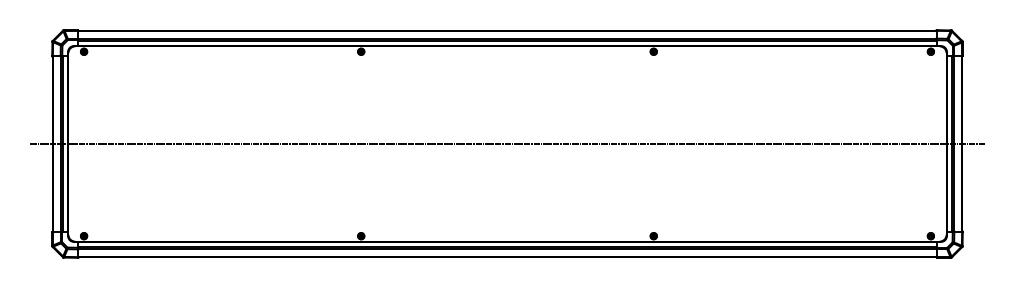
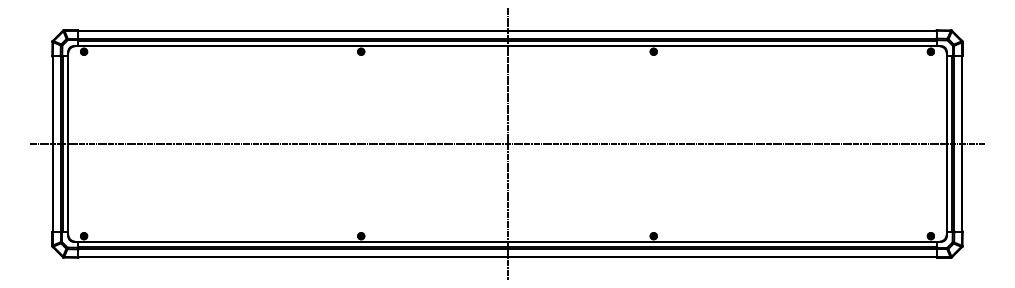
line at (507, 143): none -> present
